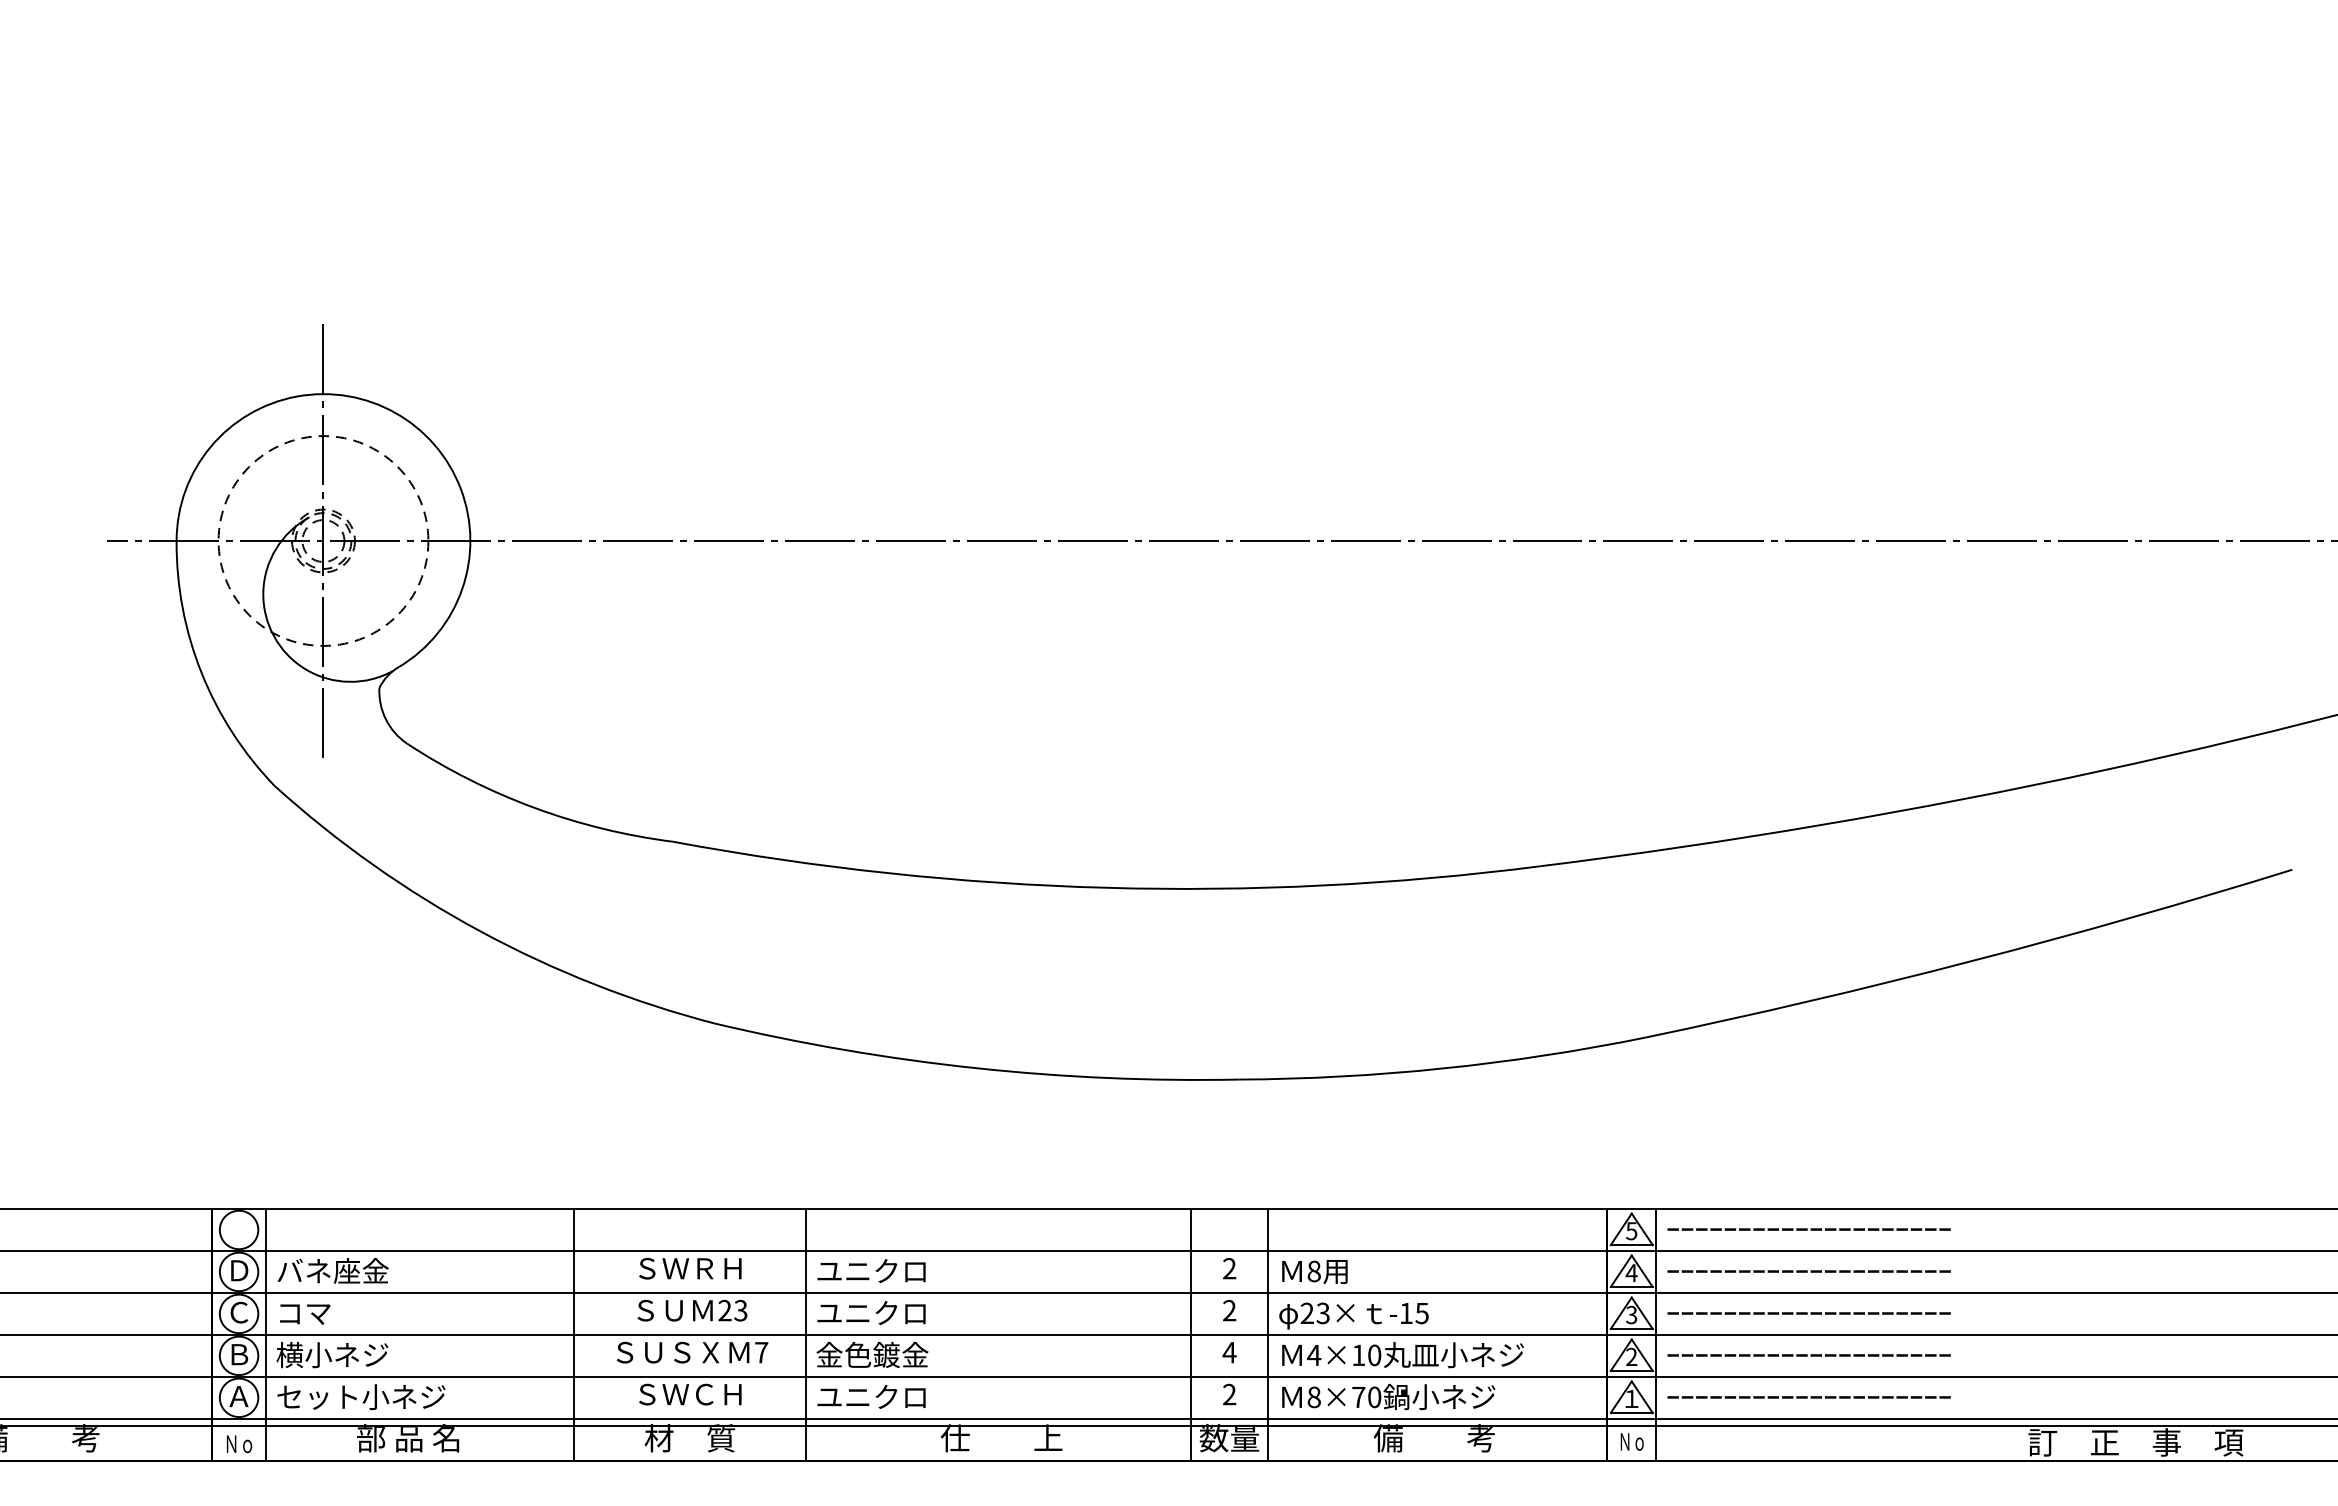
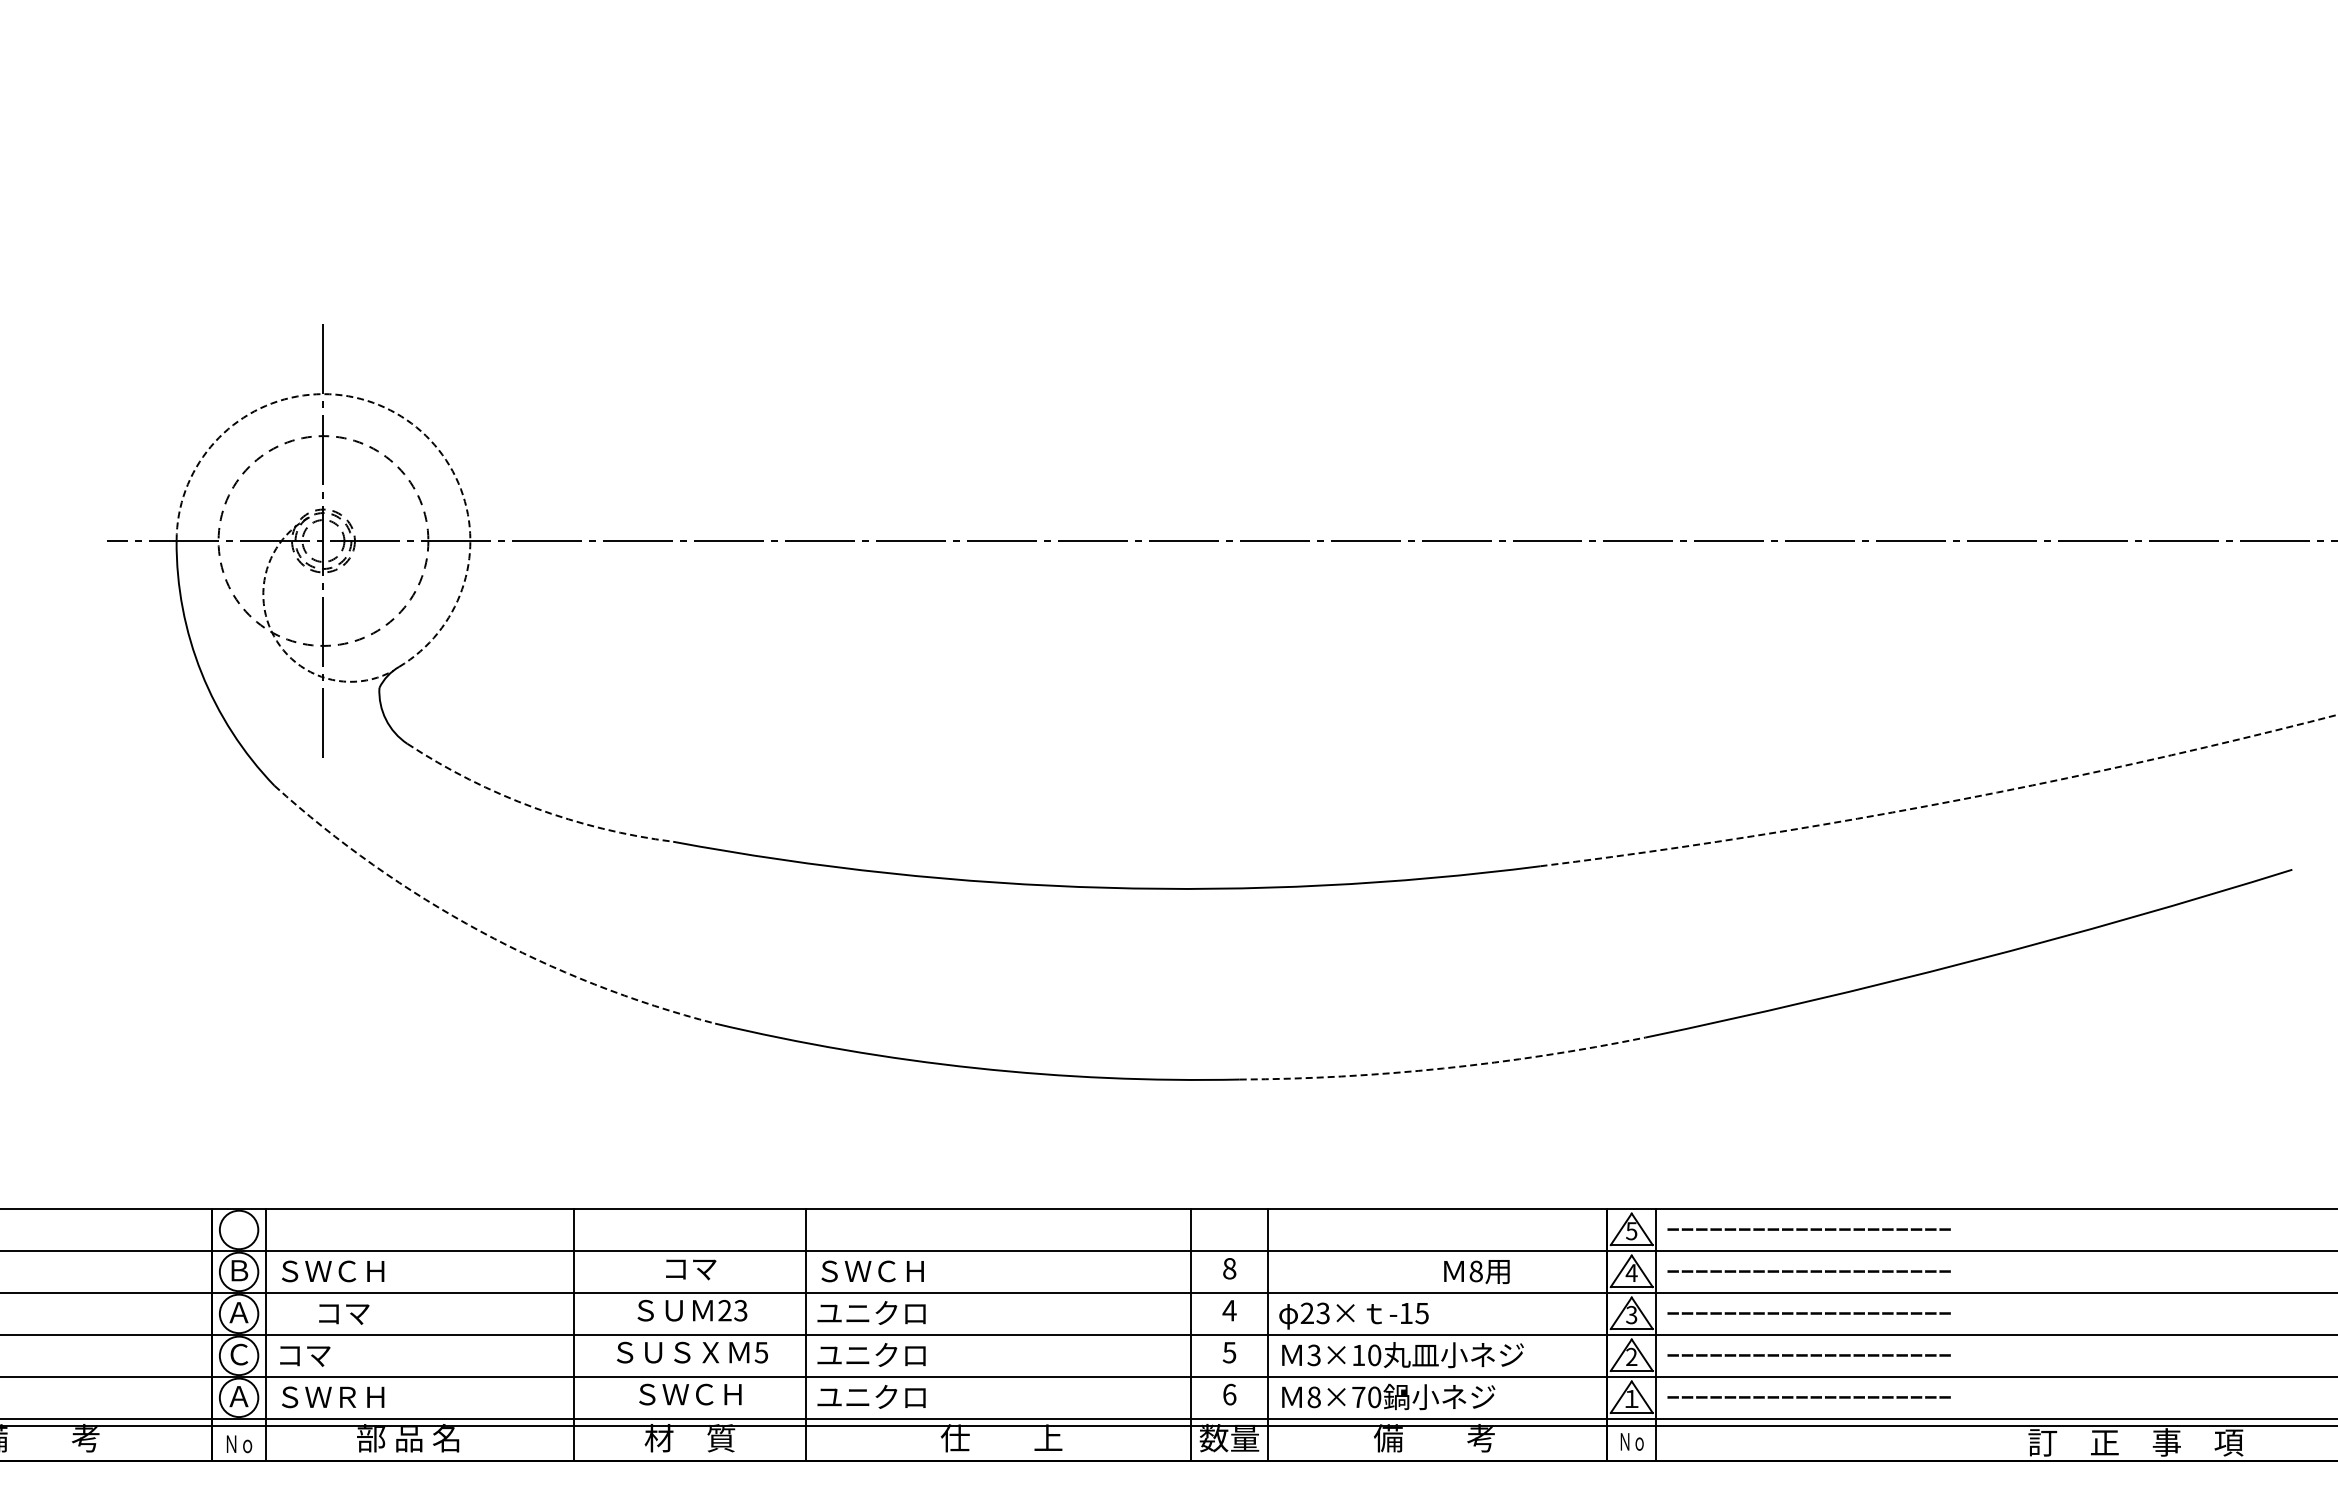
arc at (395, 413): solid -> dashed
arc at (274, 636): solid -> dashed
arc at (1942, 803): solid -> dashed
arc at (534, 807): solid -> dashed
arc at (480, 931): solid -> dashed
arc at (1443, 1068): solid -> dashed
text at (690, 1268): ＳＷＲＨ -> コマ
text at (1229, 1268): 2 -> 8
text at (239, 1270): Ｄ -> Ｂ
text at (332, 1270): バネ座金 -> ＳＷＣＨ
text at (871, 1271): ユニクロ -> ＳＷＣＨ
text at (1314, 1272) position: (1314, 1272) -> (1476, 1272)
text at (1229, 1310): 2 -> 4
text at (238, 1312): Ｃ -> Ａ
text at (305, 1314) position: (305, 1314) -> (344, 1314)
text at (761, 1352): 7 -> 5
text at (1229, 1352): 4 -> 5
text at (239, 1354): Ｂ -> Ｃ
text at (332, 1354): 横小ネジ -> コマ
text at (872, 1354): 金色鍍金 -> ユニクロ
text at (1314, 1355): 4×10 -> 3×10
text at (1229, 1394): 2 -> 6
text at (361, 1397): セット小ネジ -> ＳＷＲＨ
